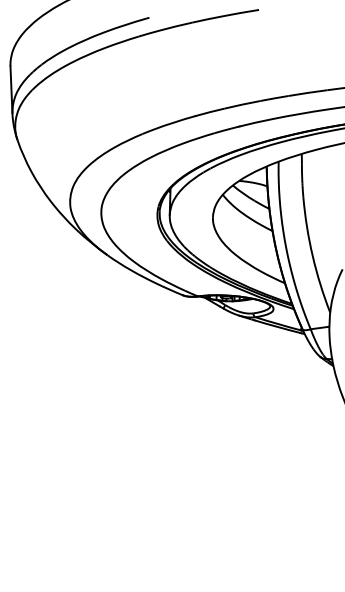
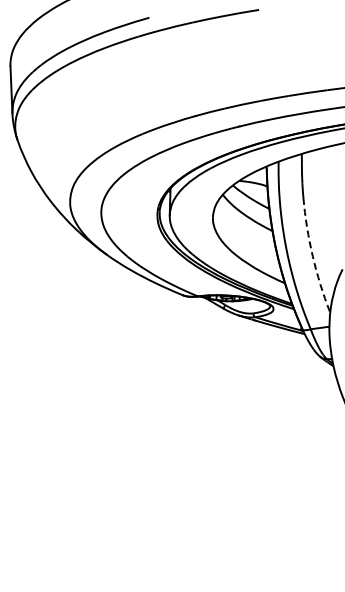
arc at (312, 256): solid -> dashed
